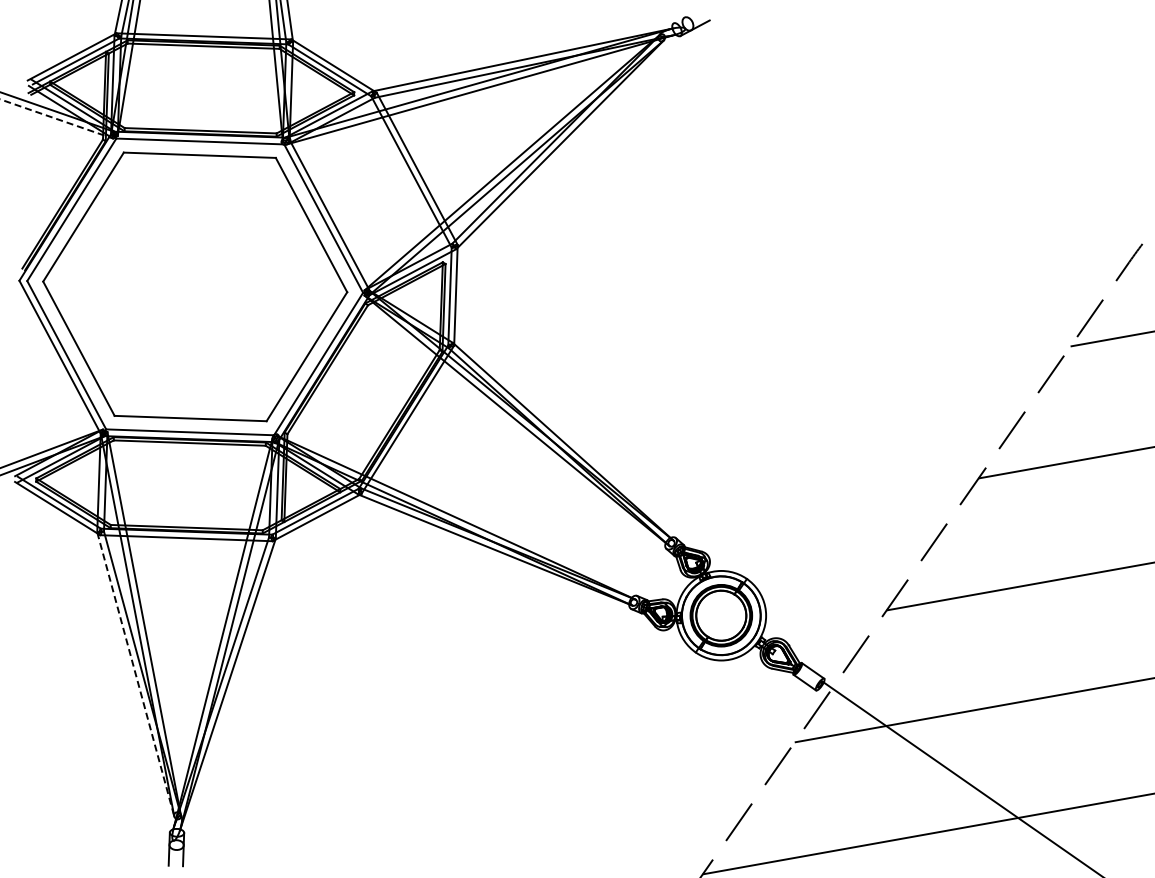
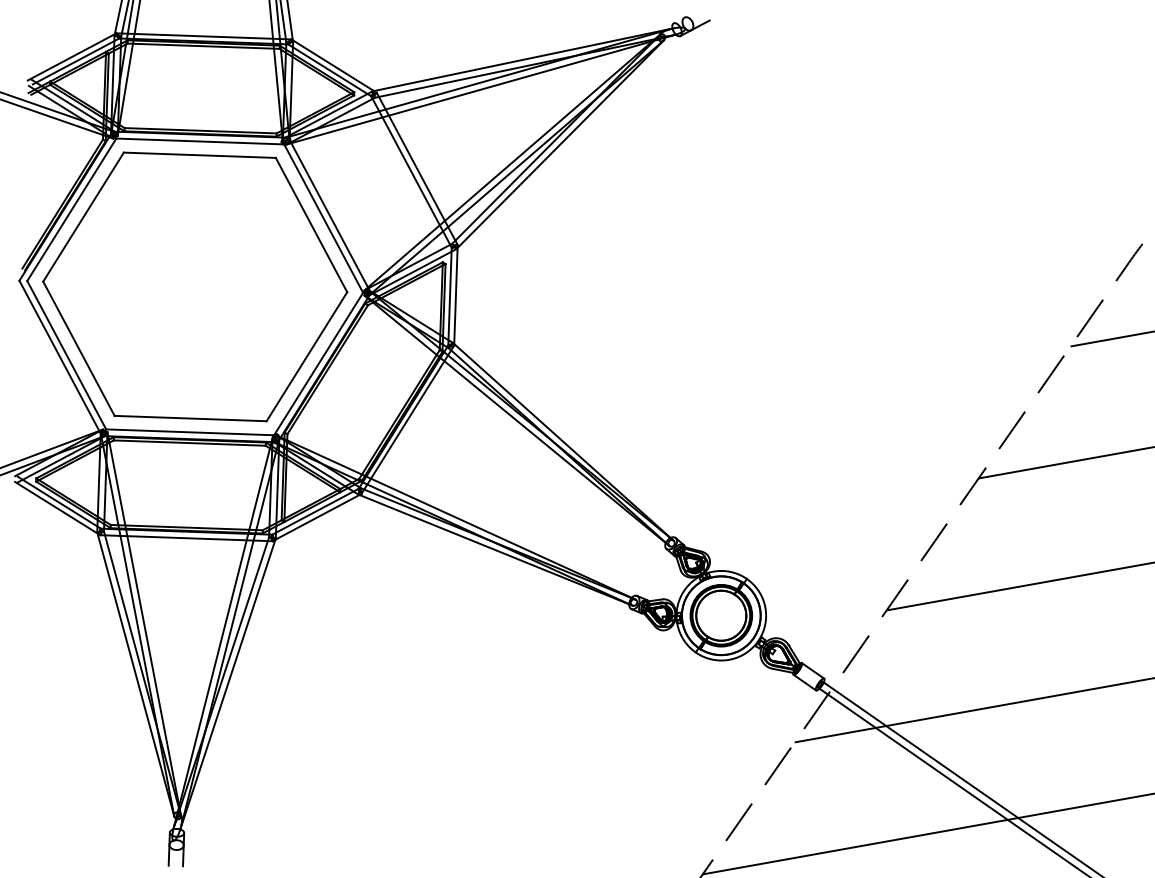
line at (56, 118): dashed -> solid
line at (135, 674): dashed -> solid
line at (952, 780): none -> present
